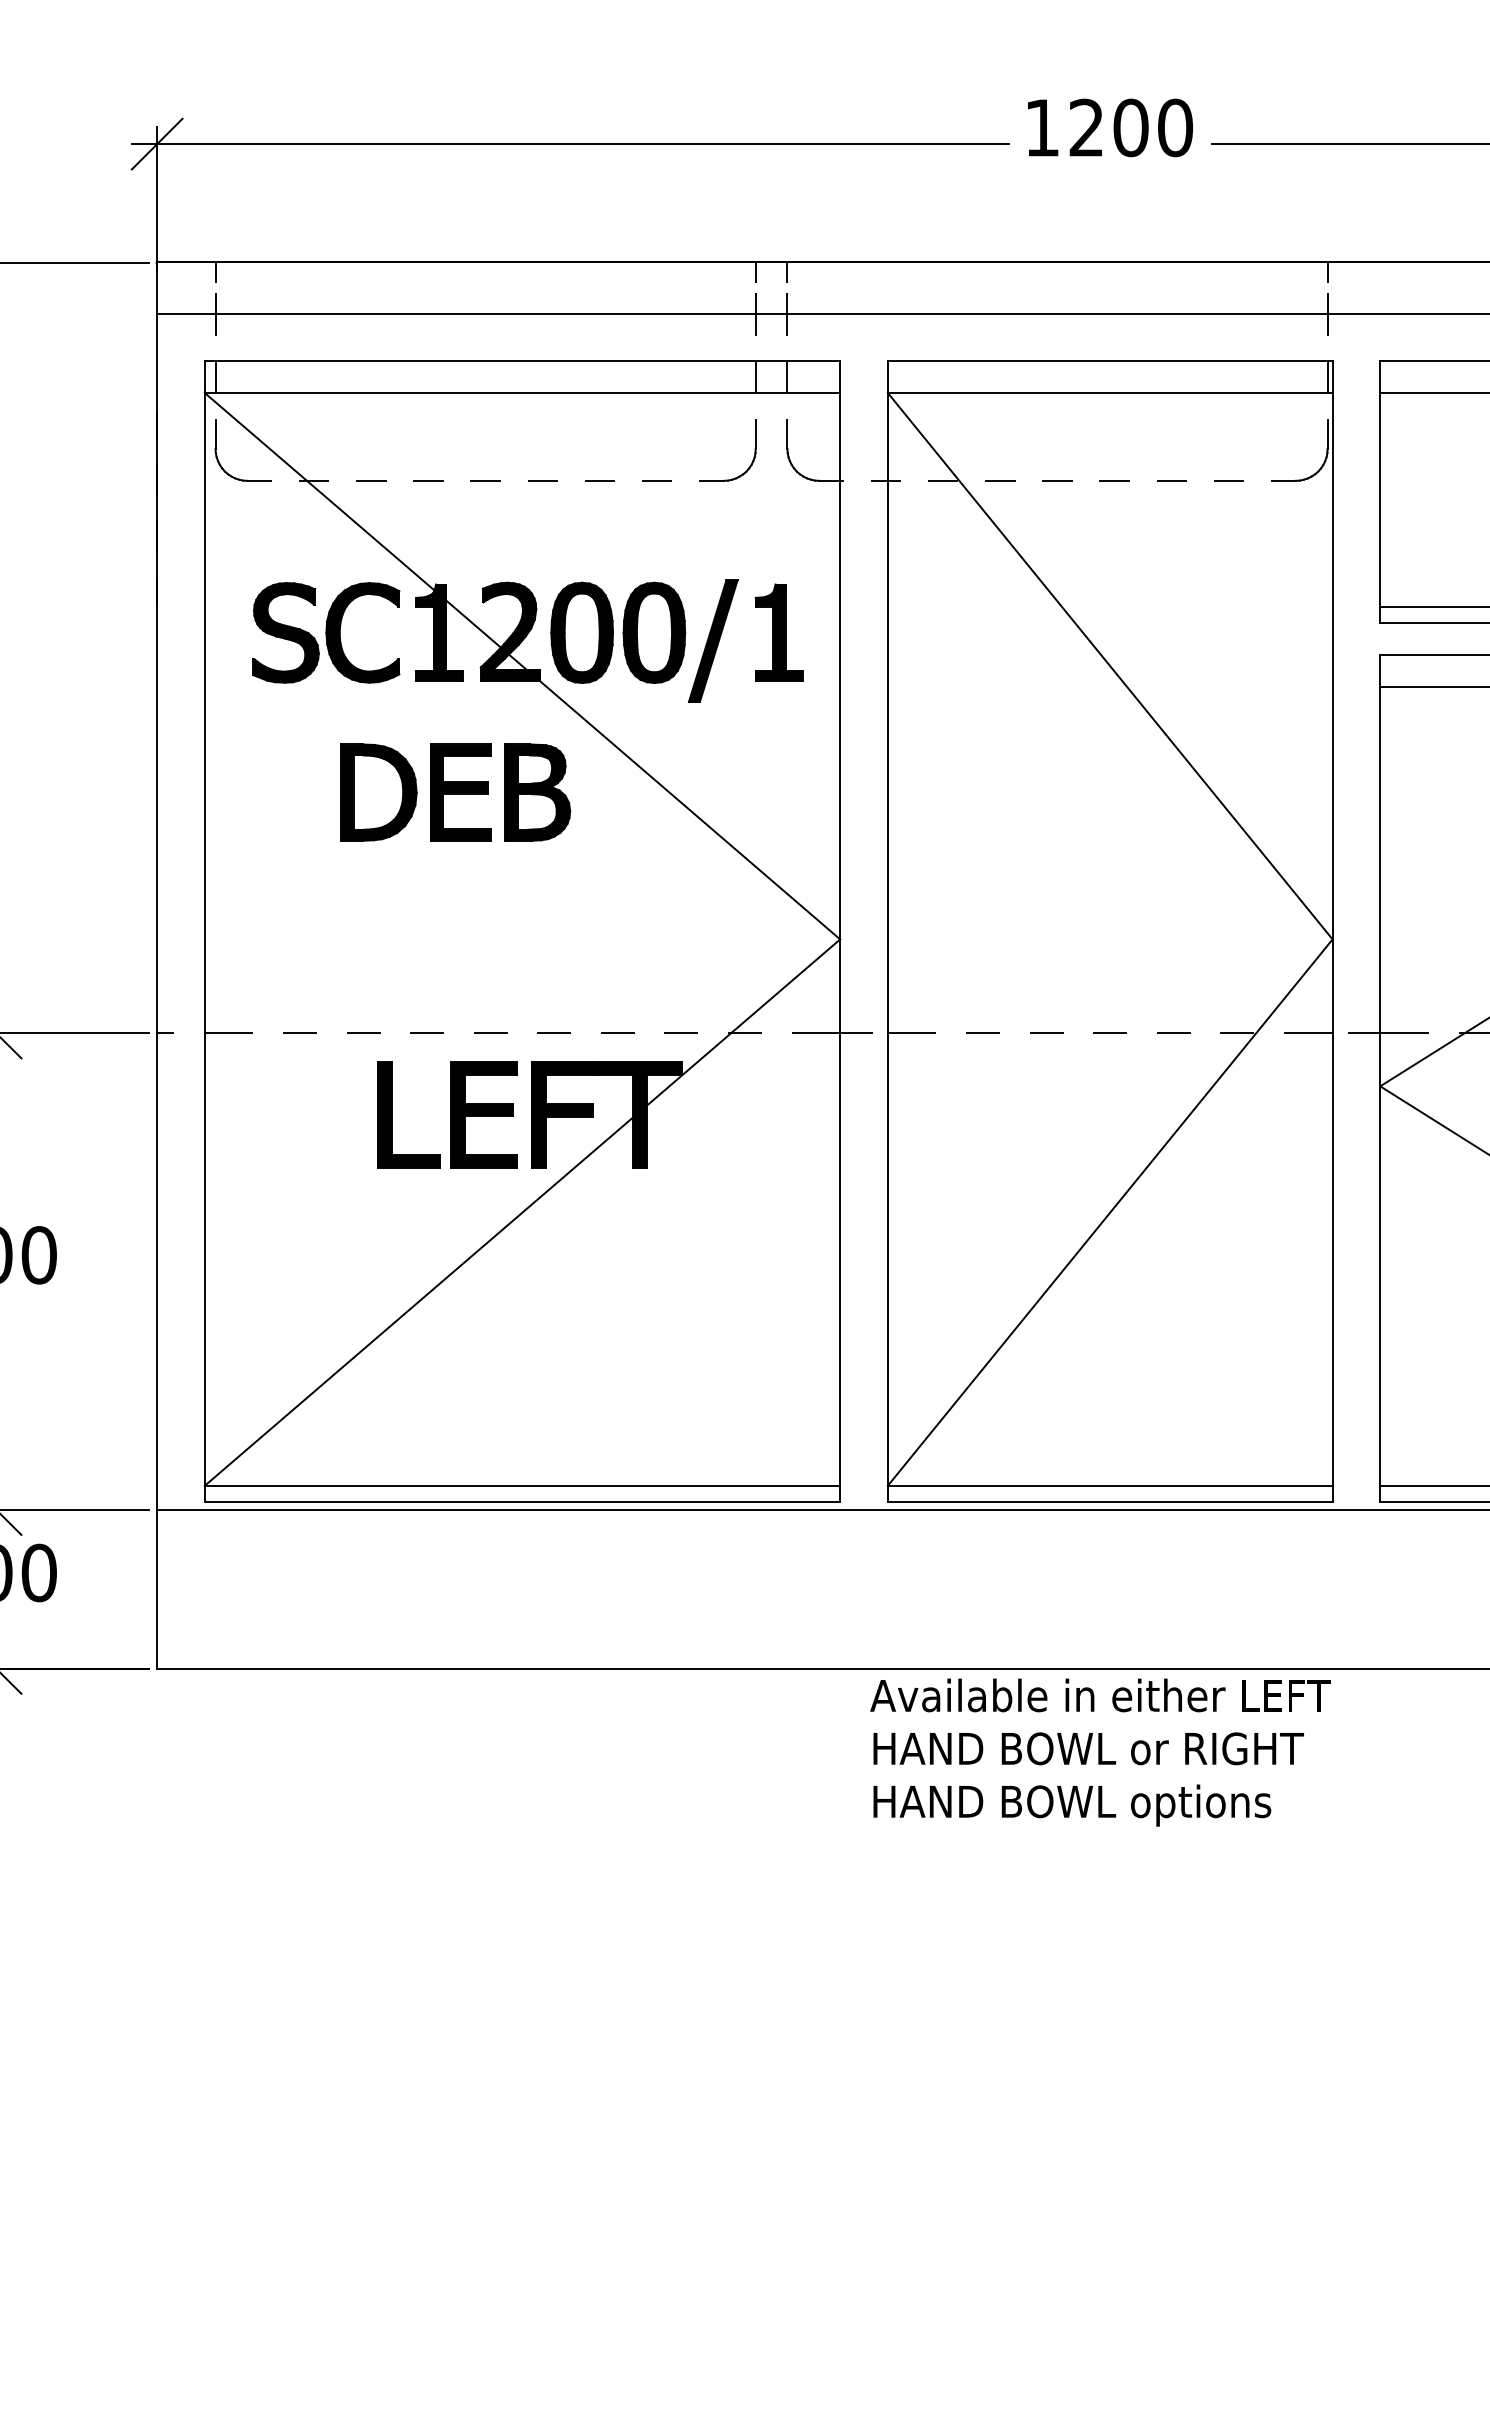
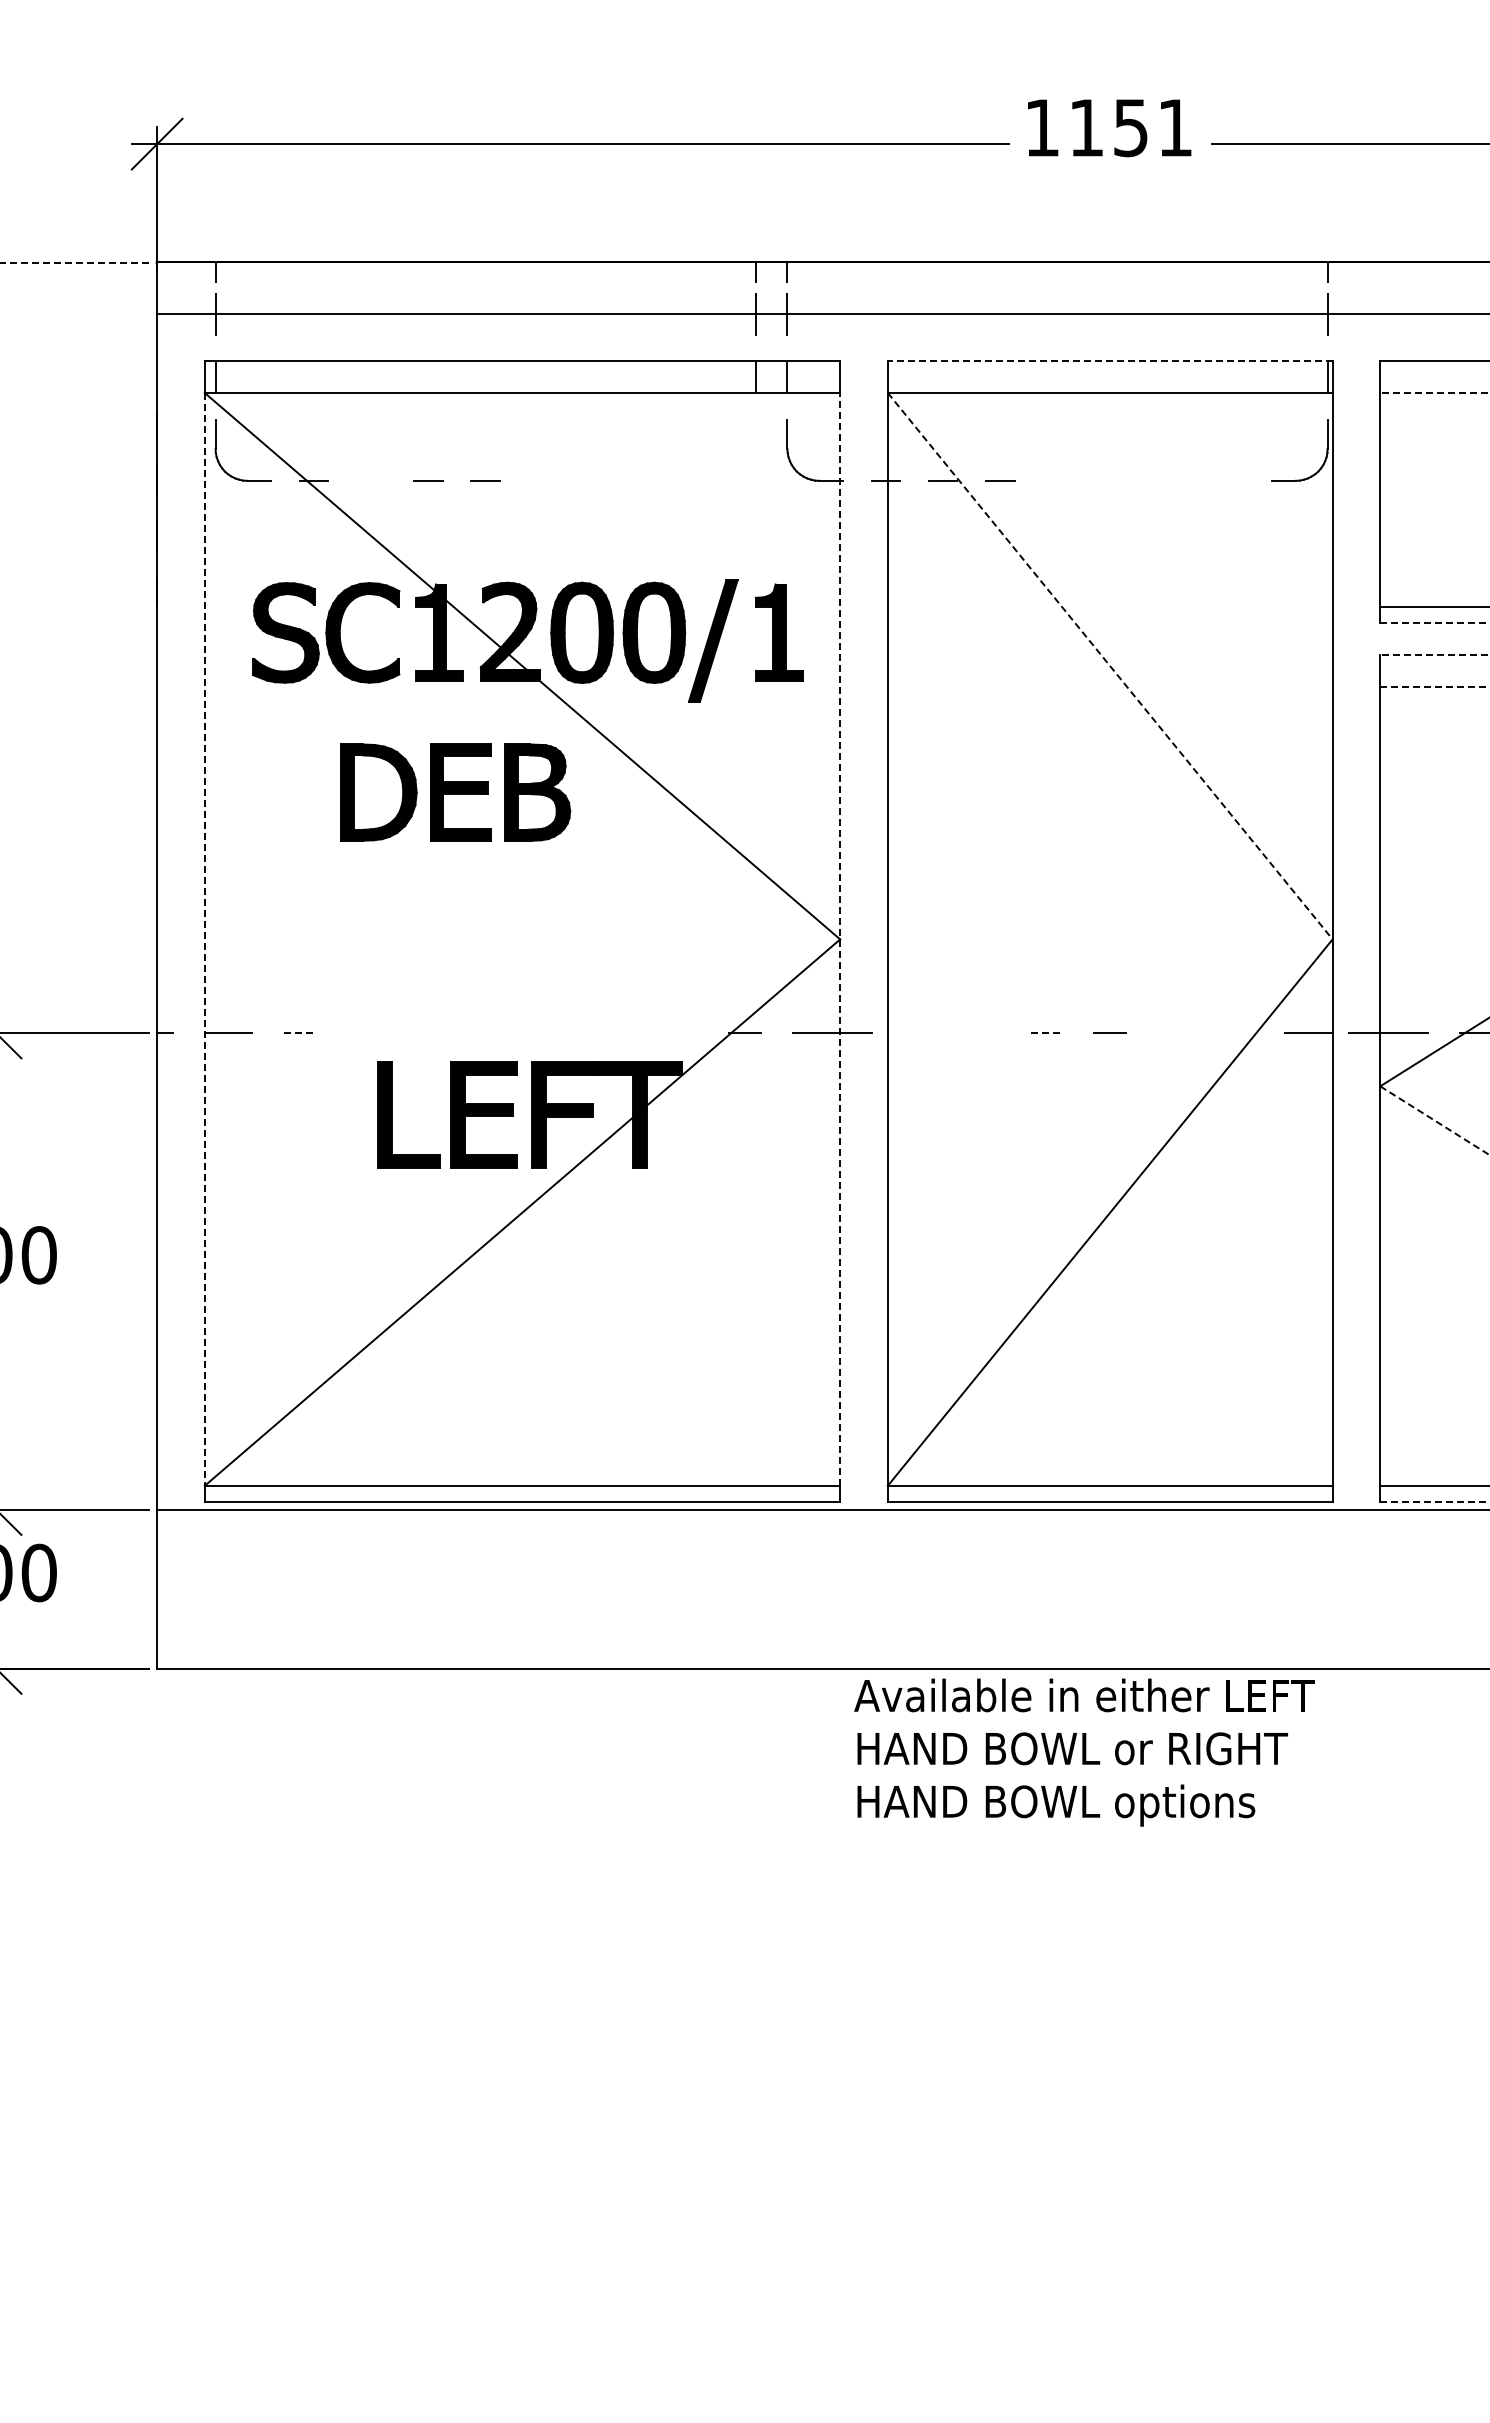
text at (1131, 127): 1200 -> 1151
line at (74, 262): solid -> dashed
line at (1109, 361): solid -> dashed
line at (1434, 392): solid -> dashed
part at (753, 456): present -> none
line at (370, 480): present -> none
line at (542, 480): present -> none
line at (599, 480): present -> none
line at (656, 480): present -> none
line at (1057, 480): present -> none
line at (1114, 480): present -> none
line at (1171, 480): present -> none
line at (1228, 480): present -> none
line at (1435, 623): solid -> dashed
line at (1434, 655): solid -> dashed
line at (1110, 666): solid -> dashed
line at (1435, 686): solid -> dashed
line at (840, 938): solid -> dashed
line at (204, 939): solid -> dashed
line at (426, 1032): present -> none
line at (553, 1032): present -> none
line at (982, 1032): present -> none
line at (300, 1033): solid -> dashed
line at (363, 1033): present -> none
line at (490, 1033): present -> none
line at (617, 1033): present -> none
line at (681, 1033): present -> none
line at (911, 1033): present -> none
line at (1046, 1033): solid -> dashed
line at (1173, 1033): present -> none
line at (1237, 1033): present -> none
line at (1435, 1120): solid -> dashed
line at (1435, 1501): solid -> dashed
text at (1100, 1752) position: (1100, 1752) -> (1084, 1752)
